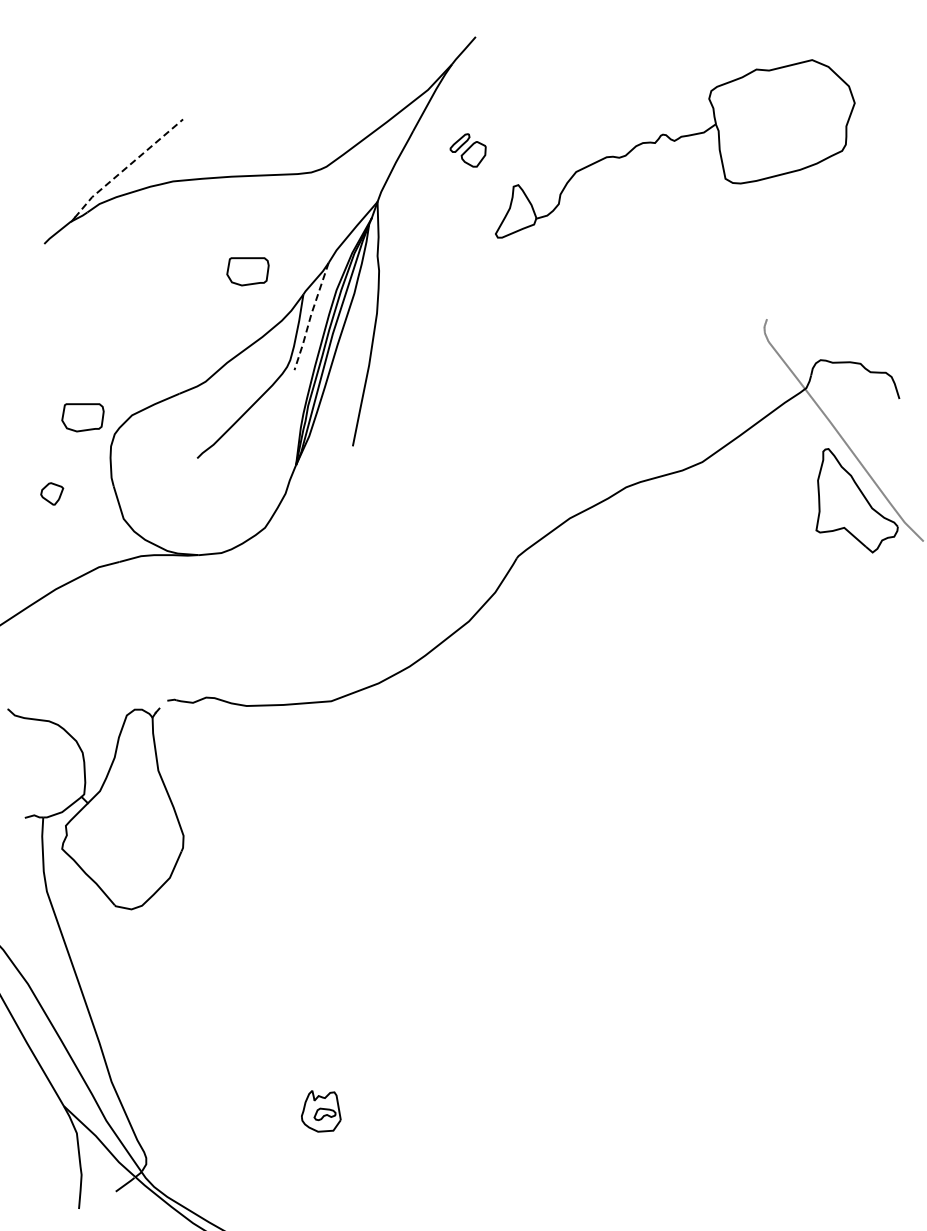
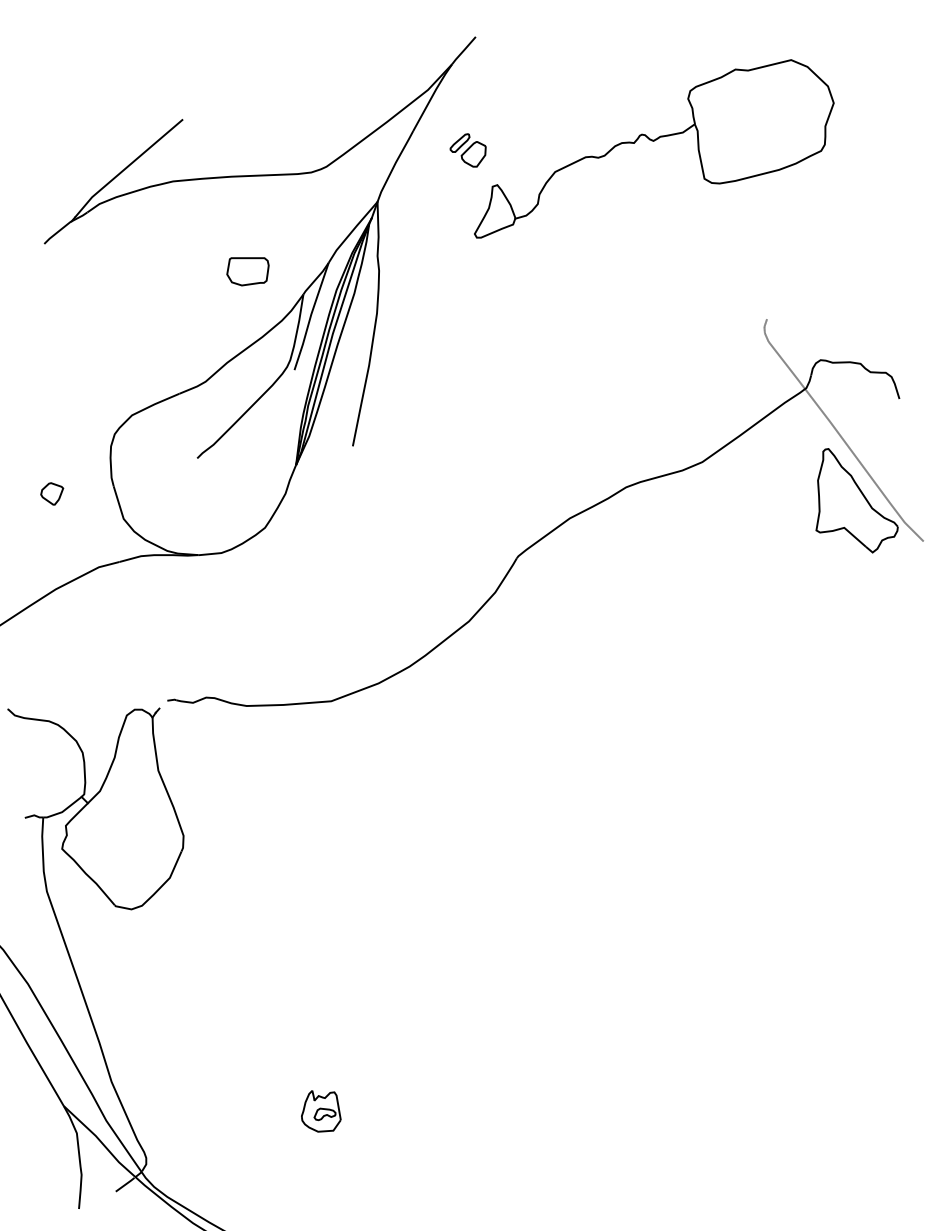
part at (675, 141) position: (675, 141) -> (654, 141)
line at (127, 167): dashed -> solid
line at (310, 317): dashed -> solid
part at (82, 417): present -> none
